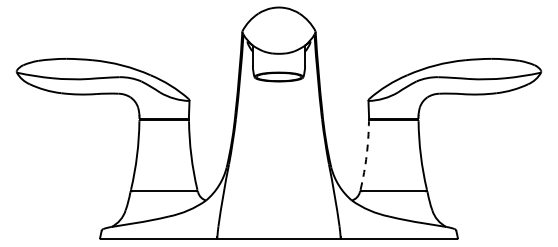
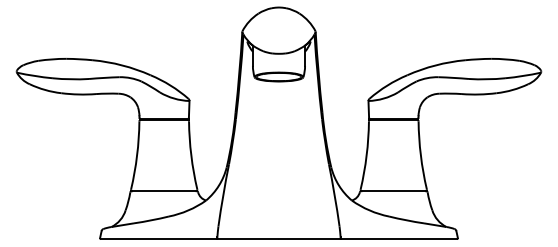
arc at (366, 155): dashed -> solid
